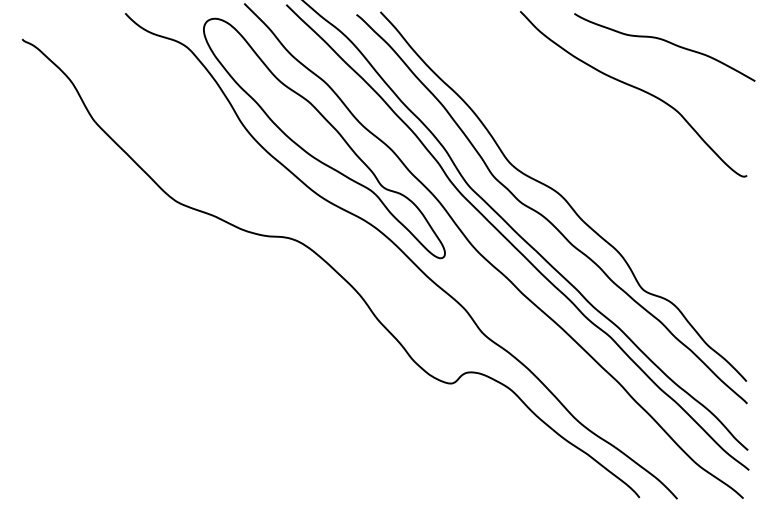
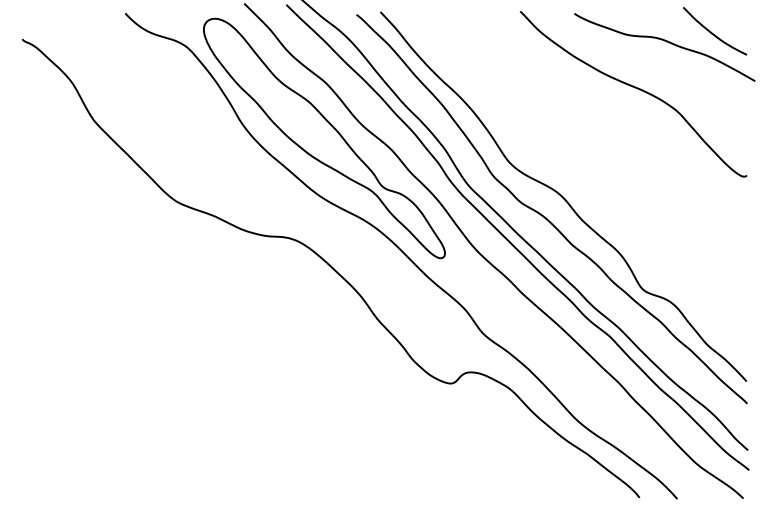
curve at (713, 33): none -> present
